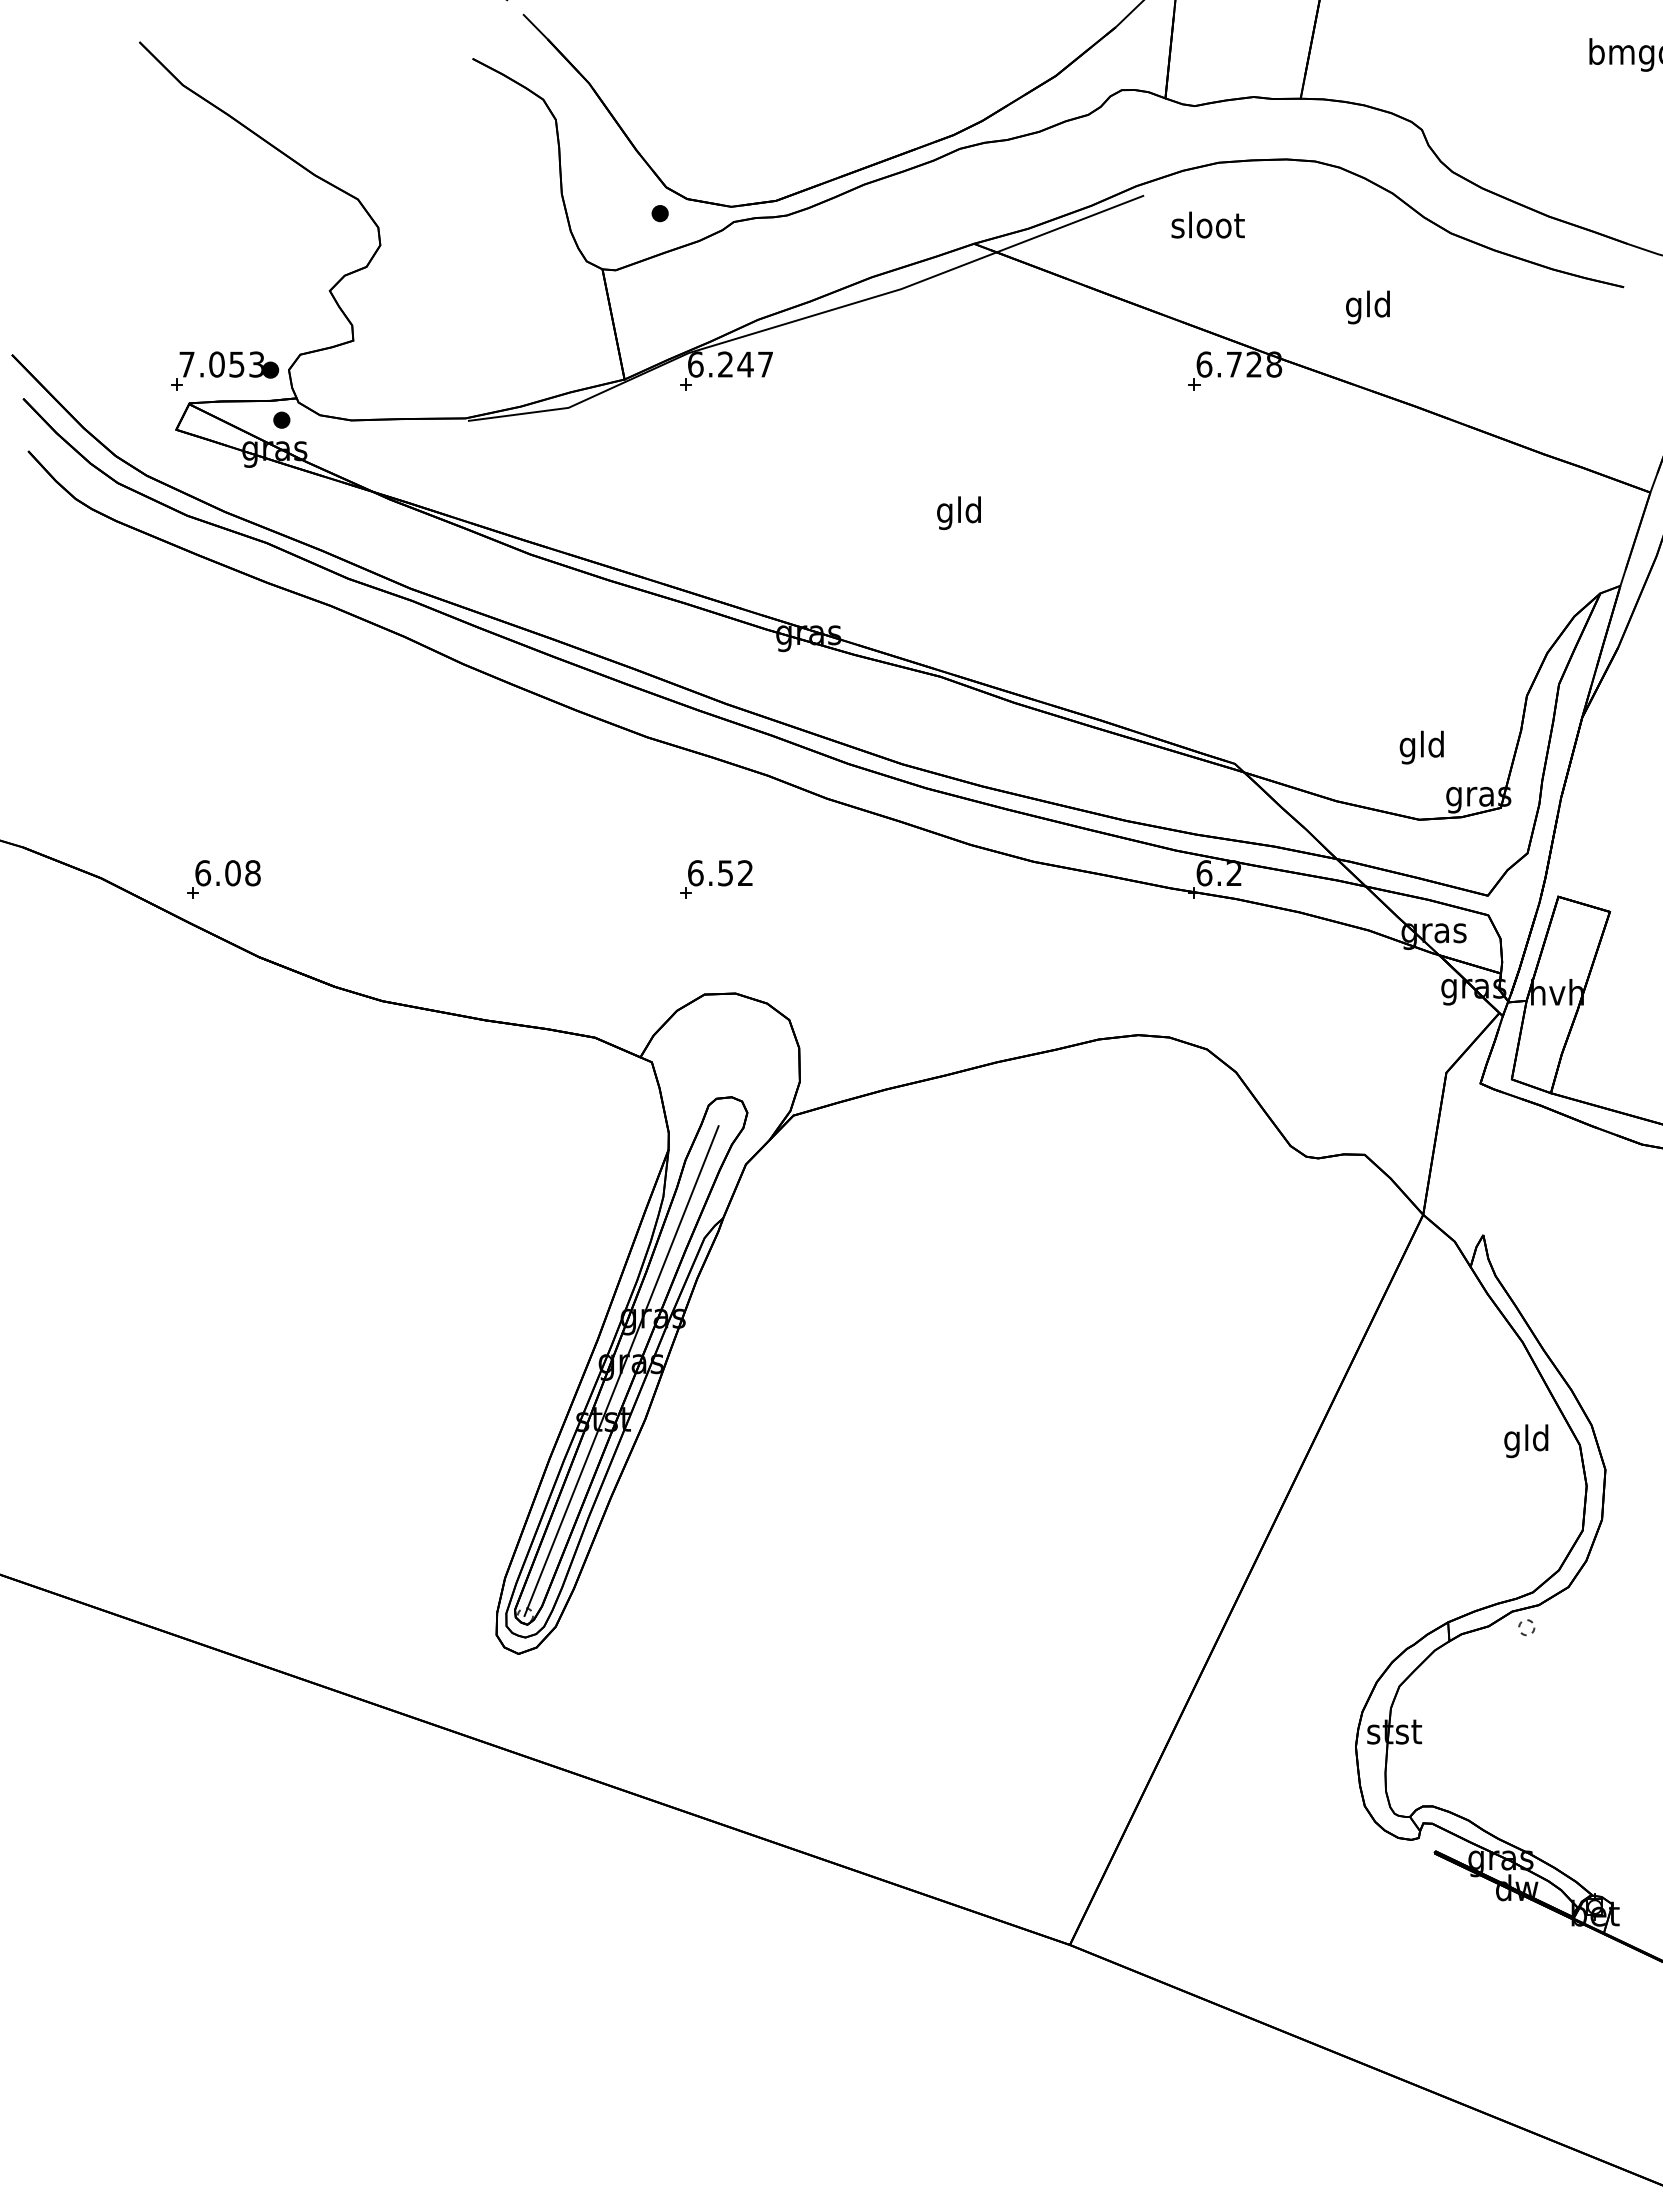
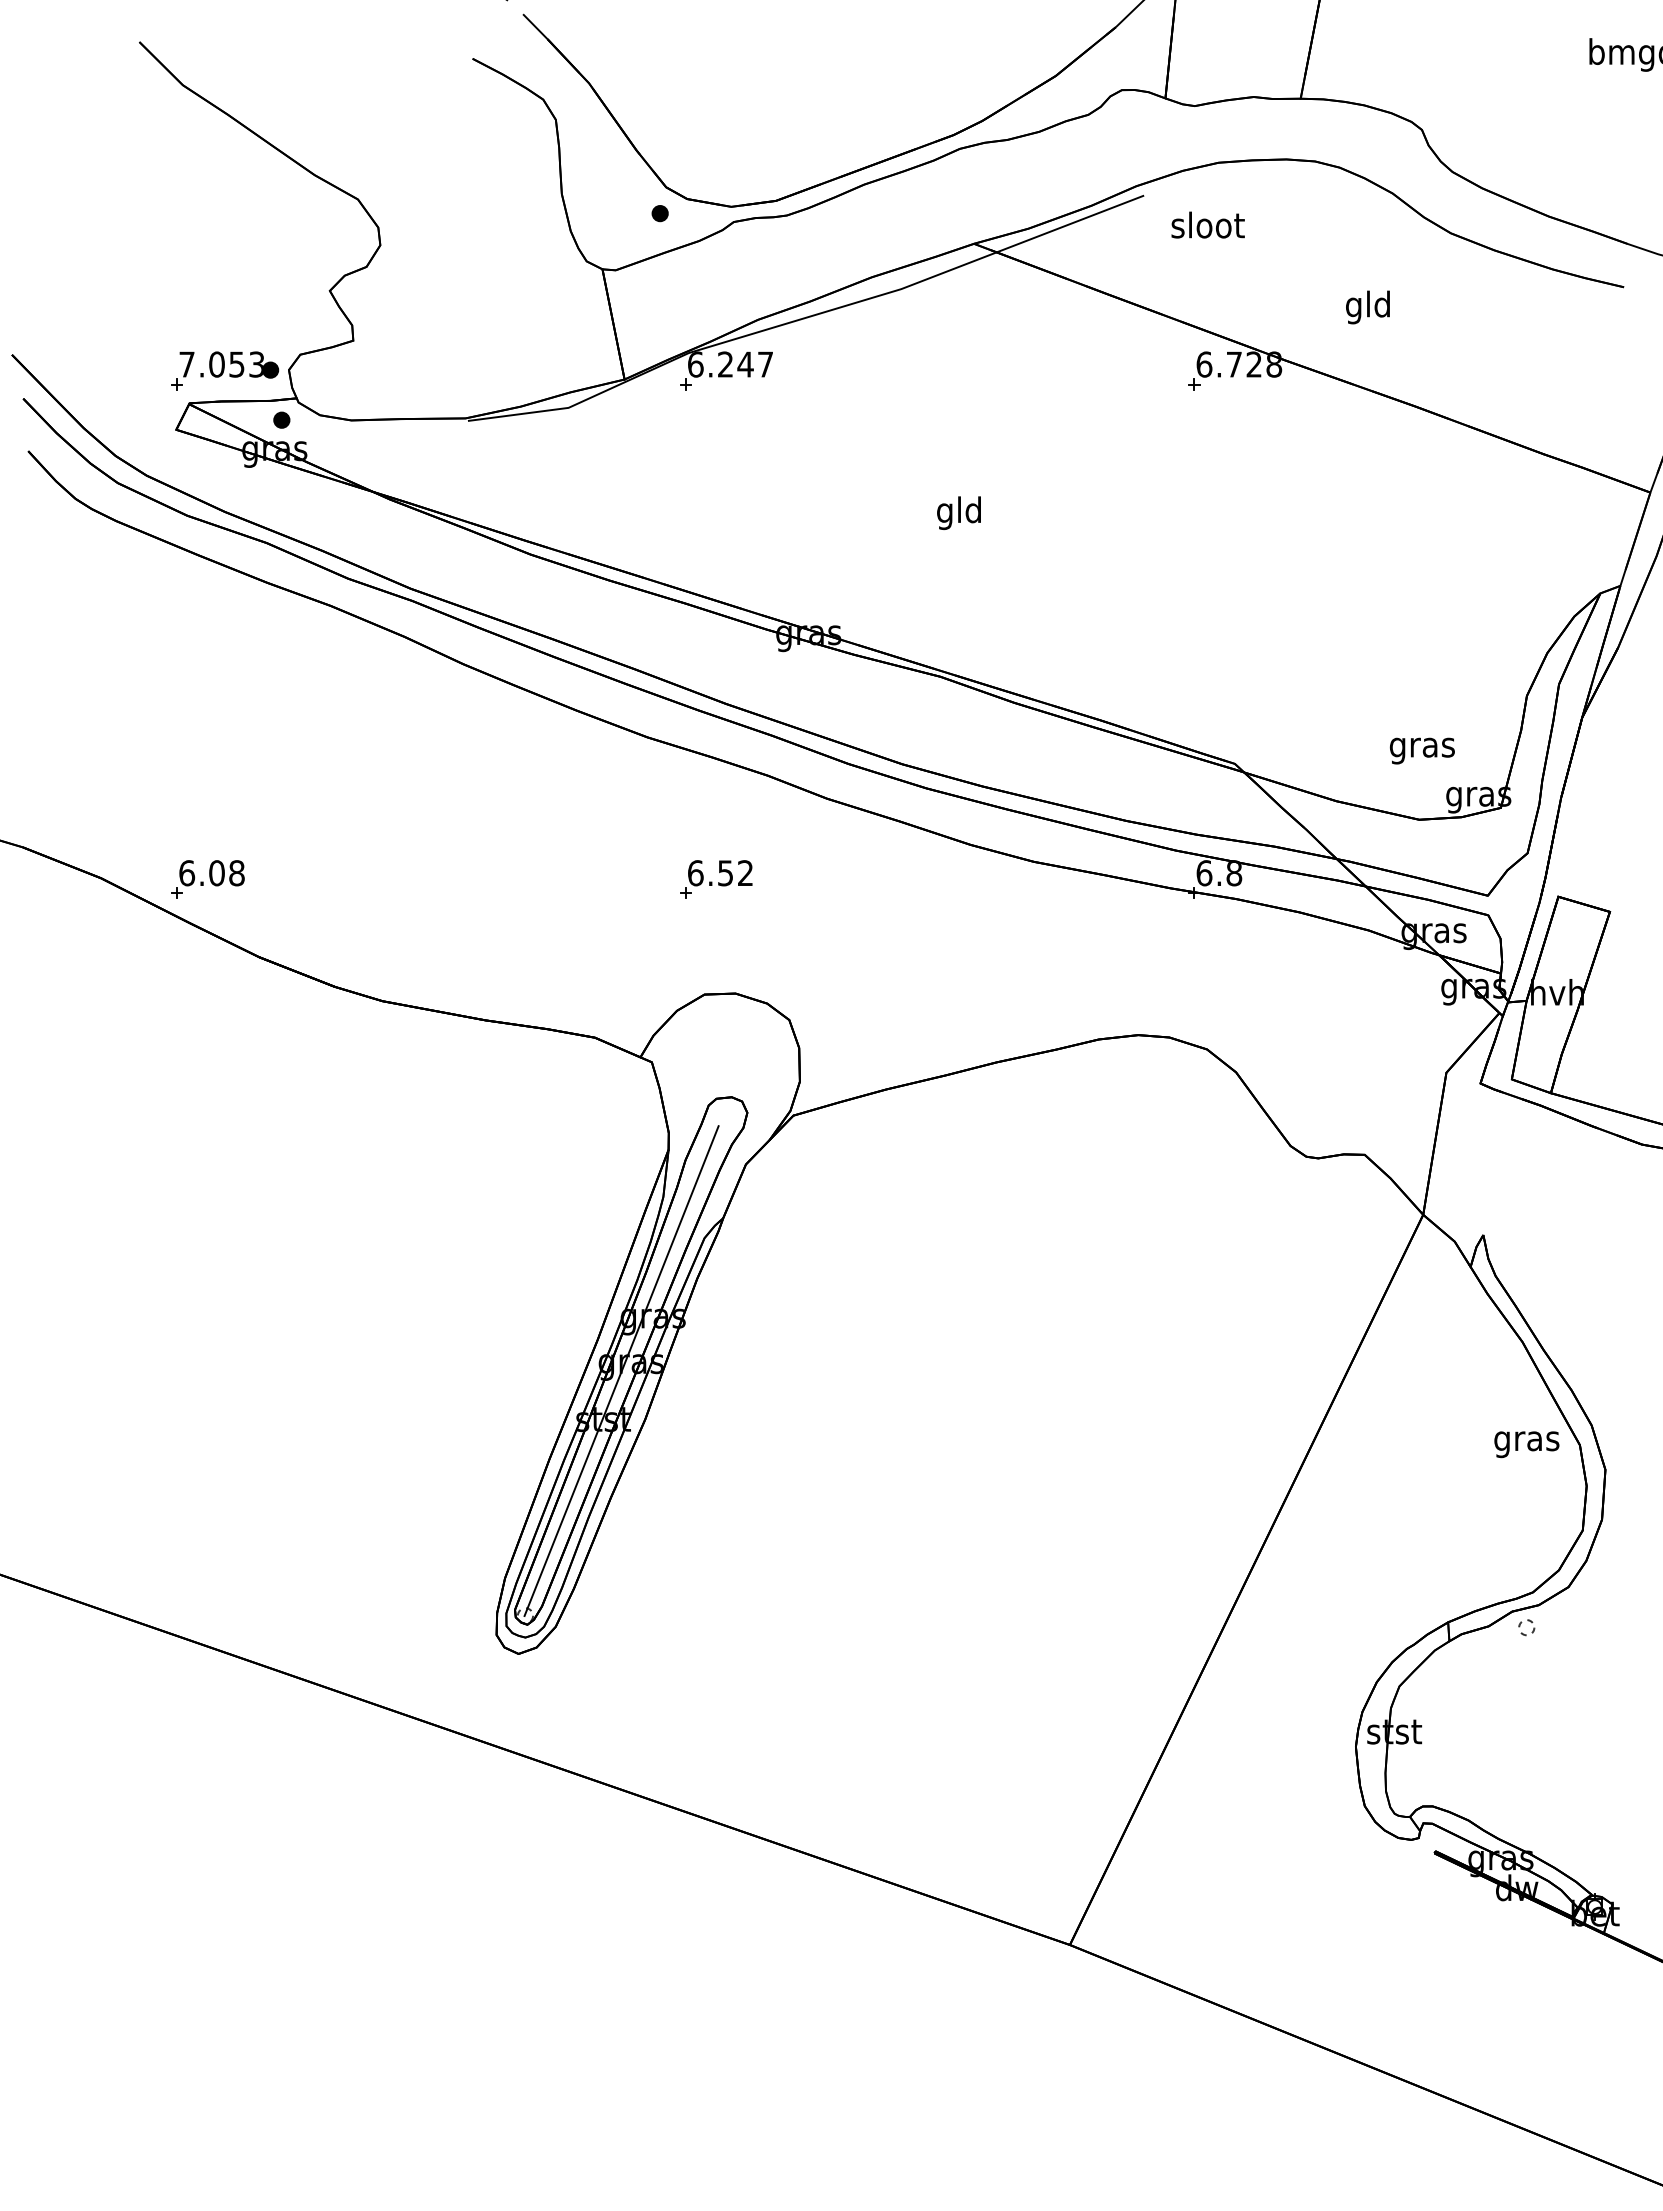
text at (1421, 747): gld -> gras
text at (1234, 873): 6.2 -> 6.8
part at (223, 879) position: (223, 879) -> (207, 879)
text at (1526, 1441): gld -> gras
